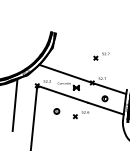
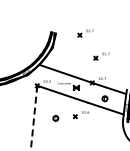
part at (85, 33): none -> present
line at (14, 105): present -> none
part at (56, 111) position: (56, 111) -> (55, 118)
line at (34, 118): solid -> dashed
